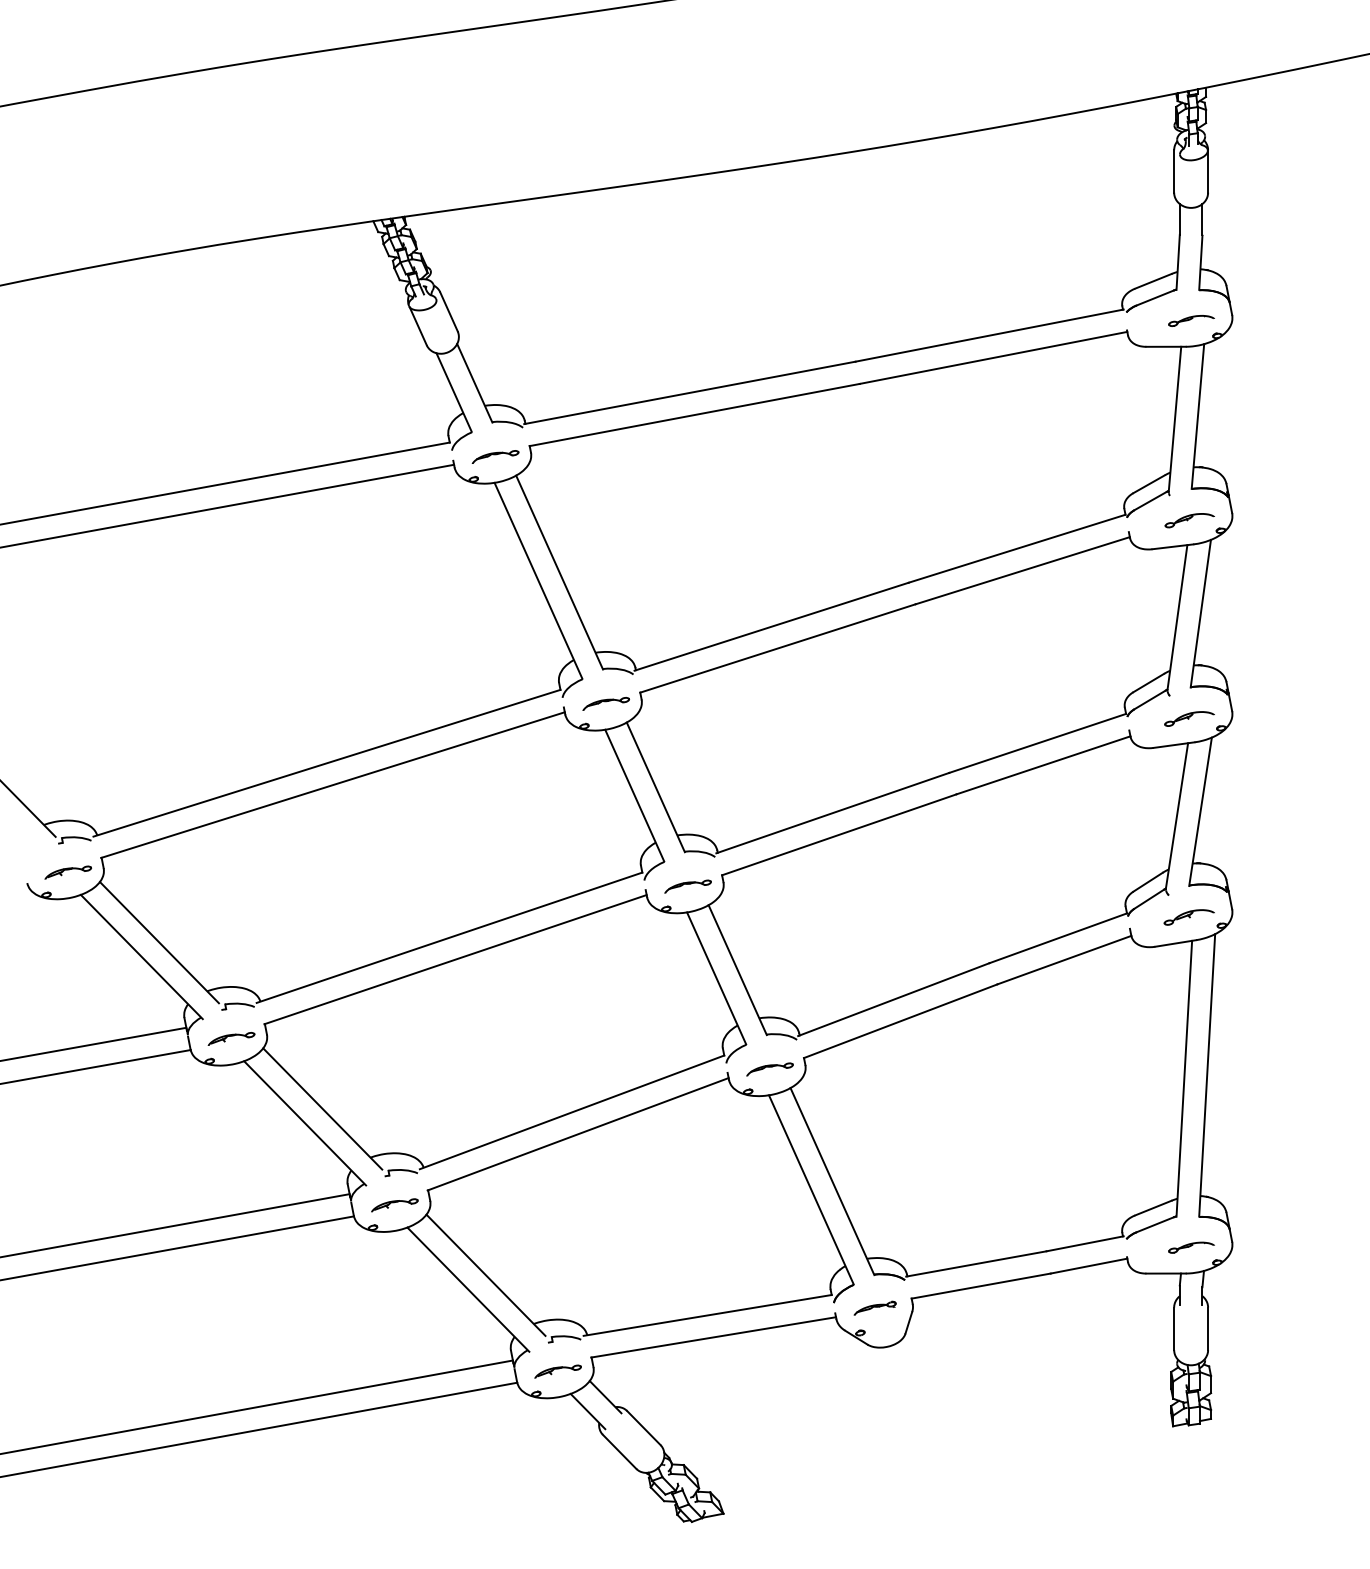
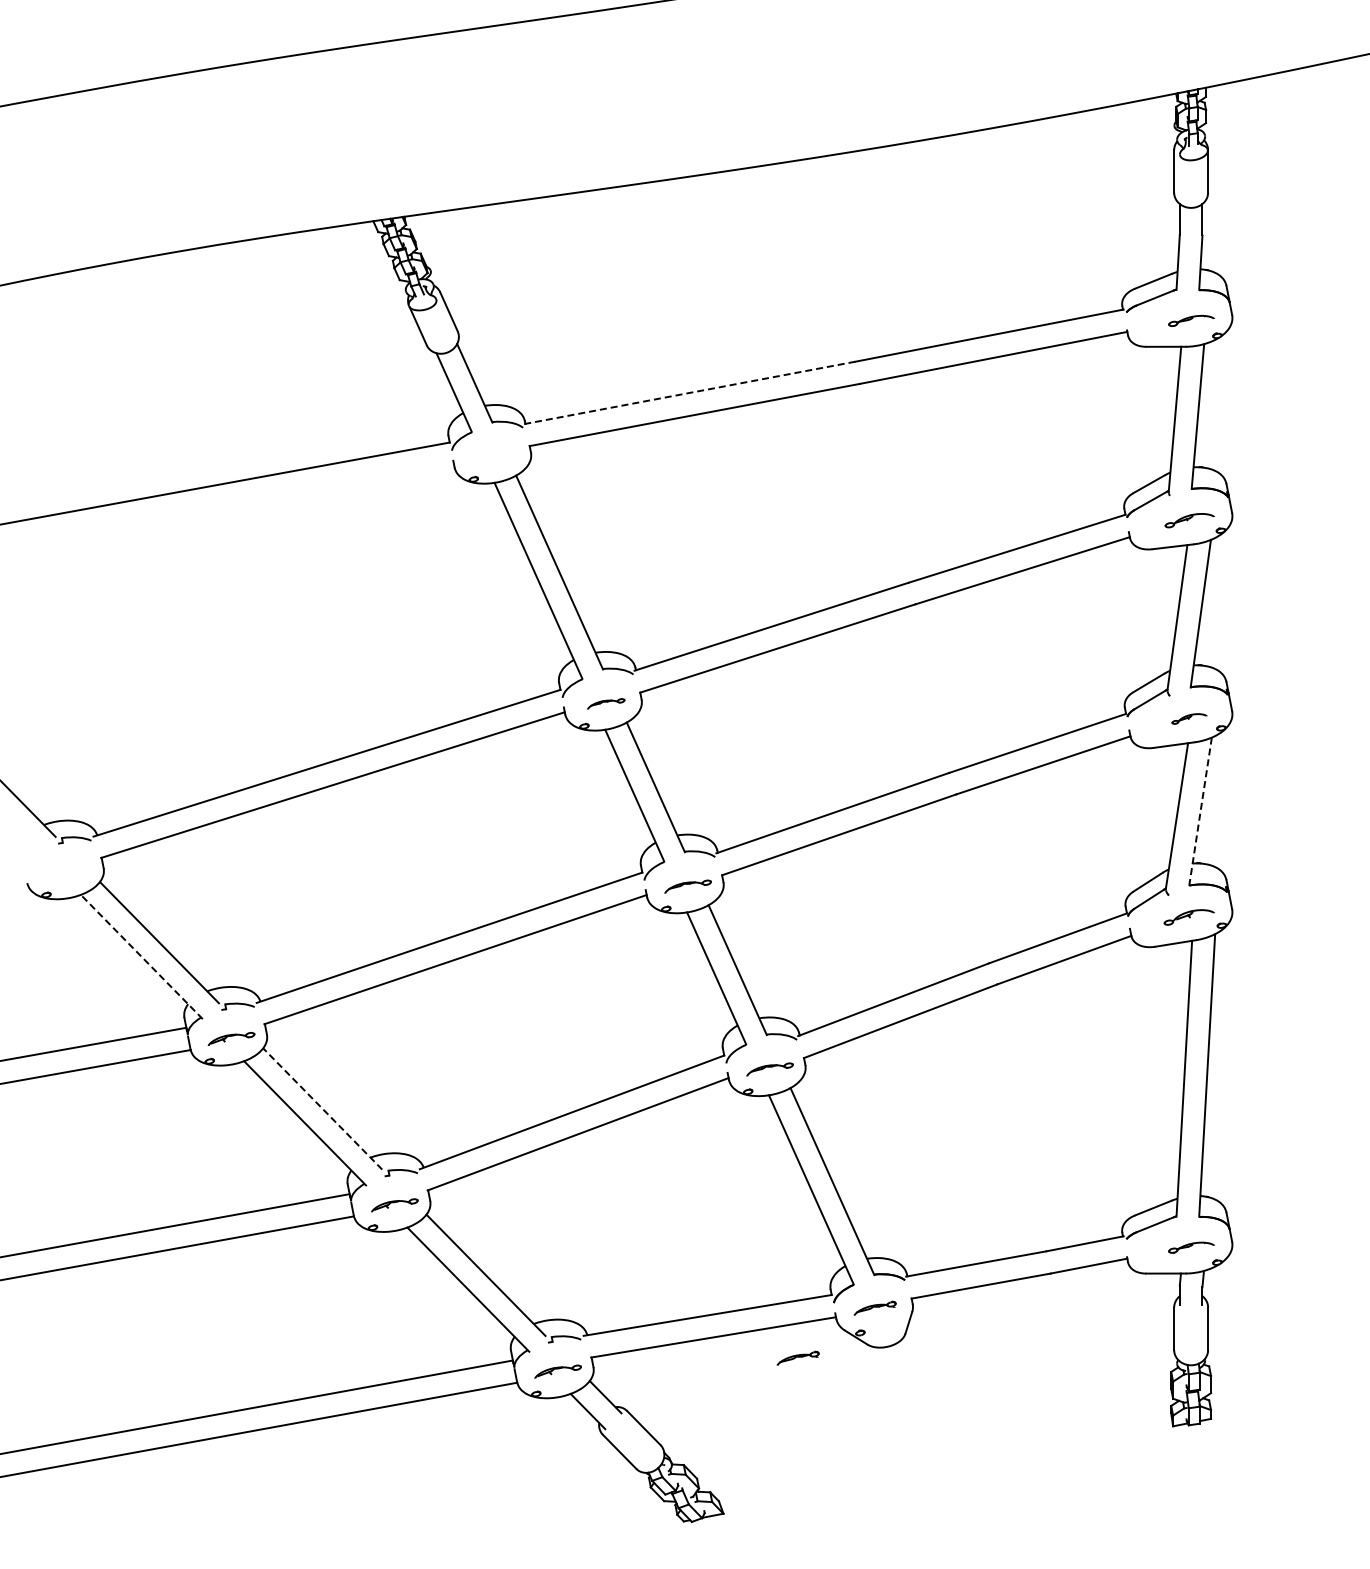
line at (689, 392): solid -> dashed
part at (495, 456): present -> none
line at (228, 505): present -> none
part at (605, 703) size: 48x14 px -> 39x12 px
part at (1189, 718) size: 51x16 px -> 37x12 px
line at (1200, 812): solid -> dashed
part at (68, 872): present -> none
line at (141, 956): solid -> dashed
line at (322, 1108): solid -> dashed
part at (797, 1357): none -> present
